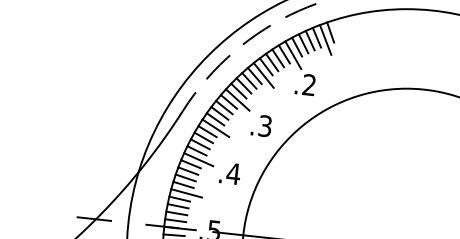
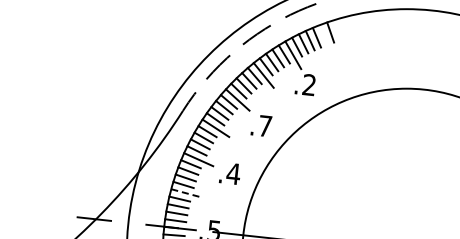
line at (325, 39): present -> none
text at (265, 126): .3 -> .7
line at (186, 193): solid -> dashed
